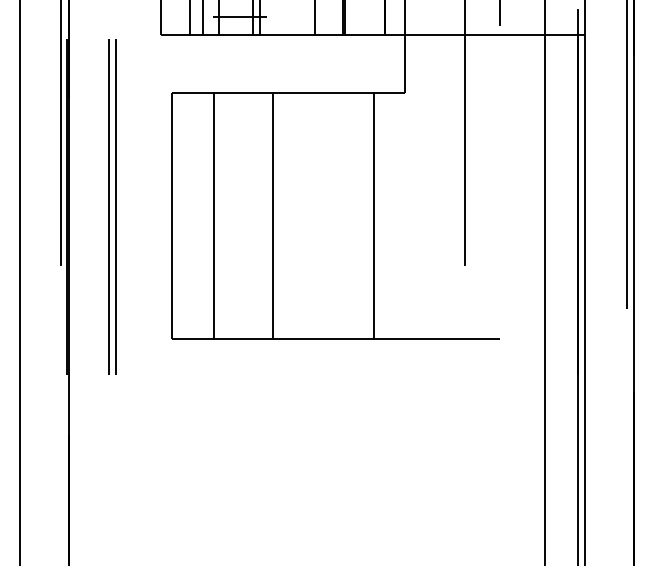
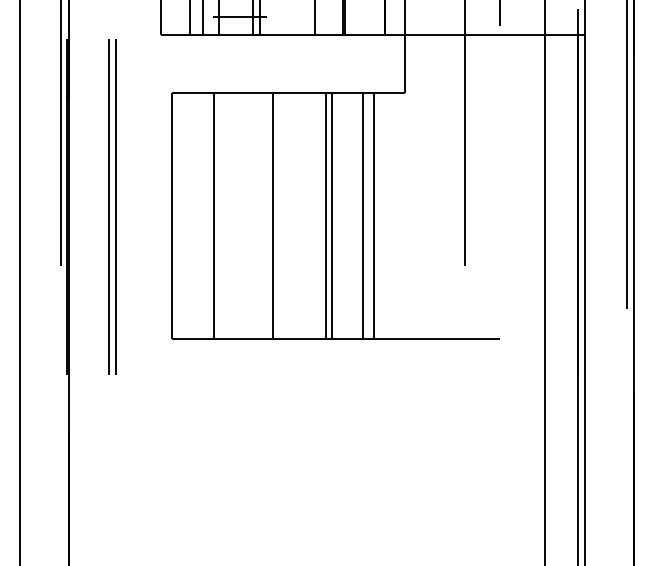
line at (325, 215): none -> present
line at (331, 215): none -> present
line at (363, 215): none -> present
